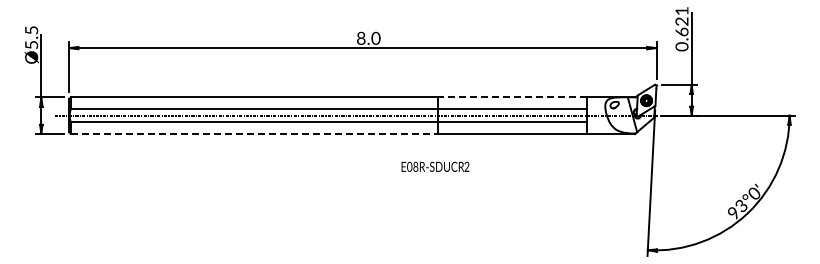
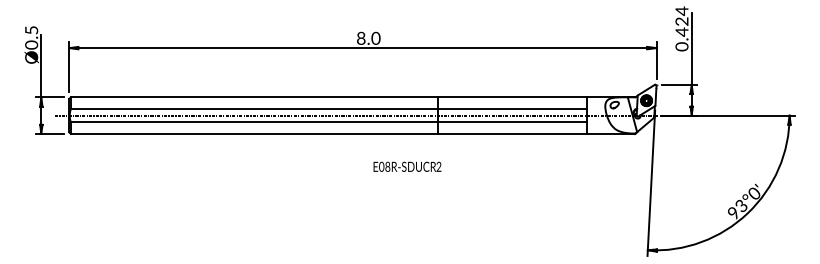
text at (681, 21): 0.621 -> 0.424
text at (31, 44): Ø5.5 -> Ø0.5
line at (511, 97): dashed -> solid
line at (254, 133): dashed -> solid
text at (435, 166) position: (435, 166) -> (407, 166)
